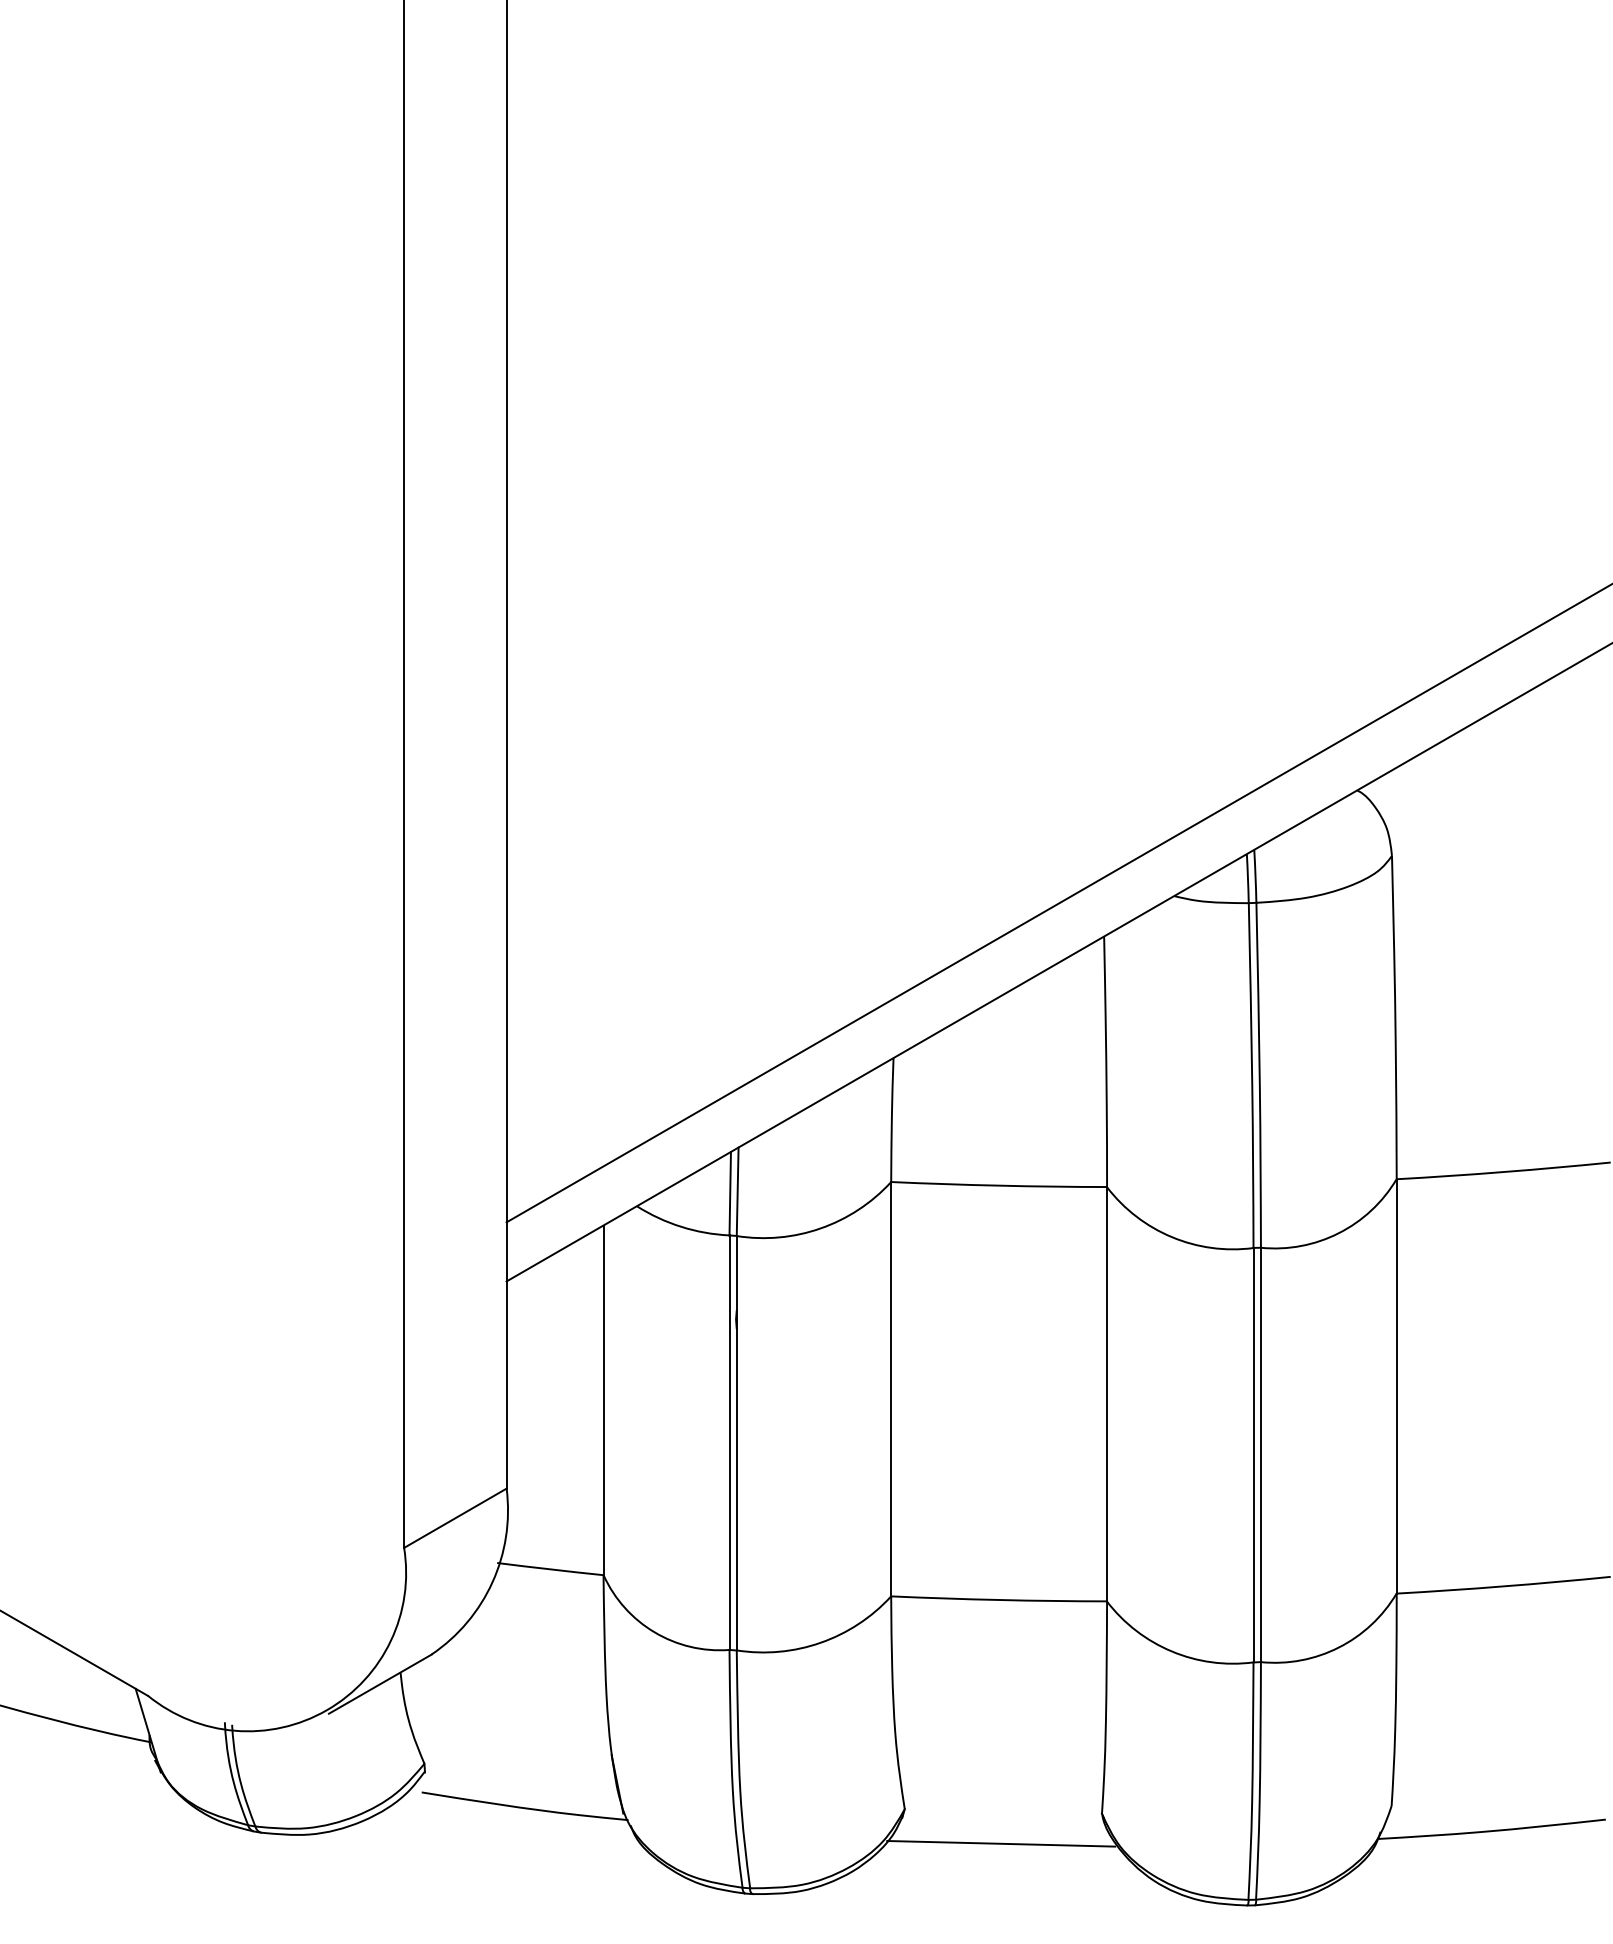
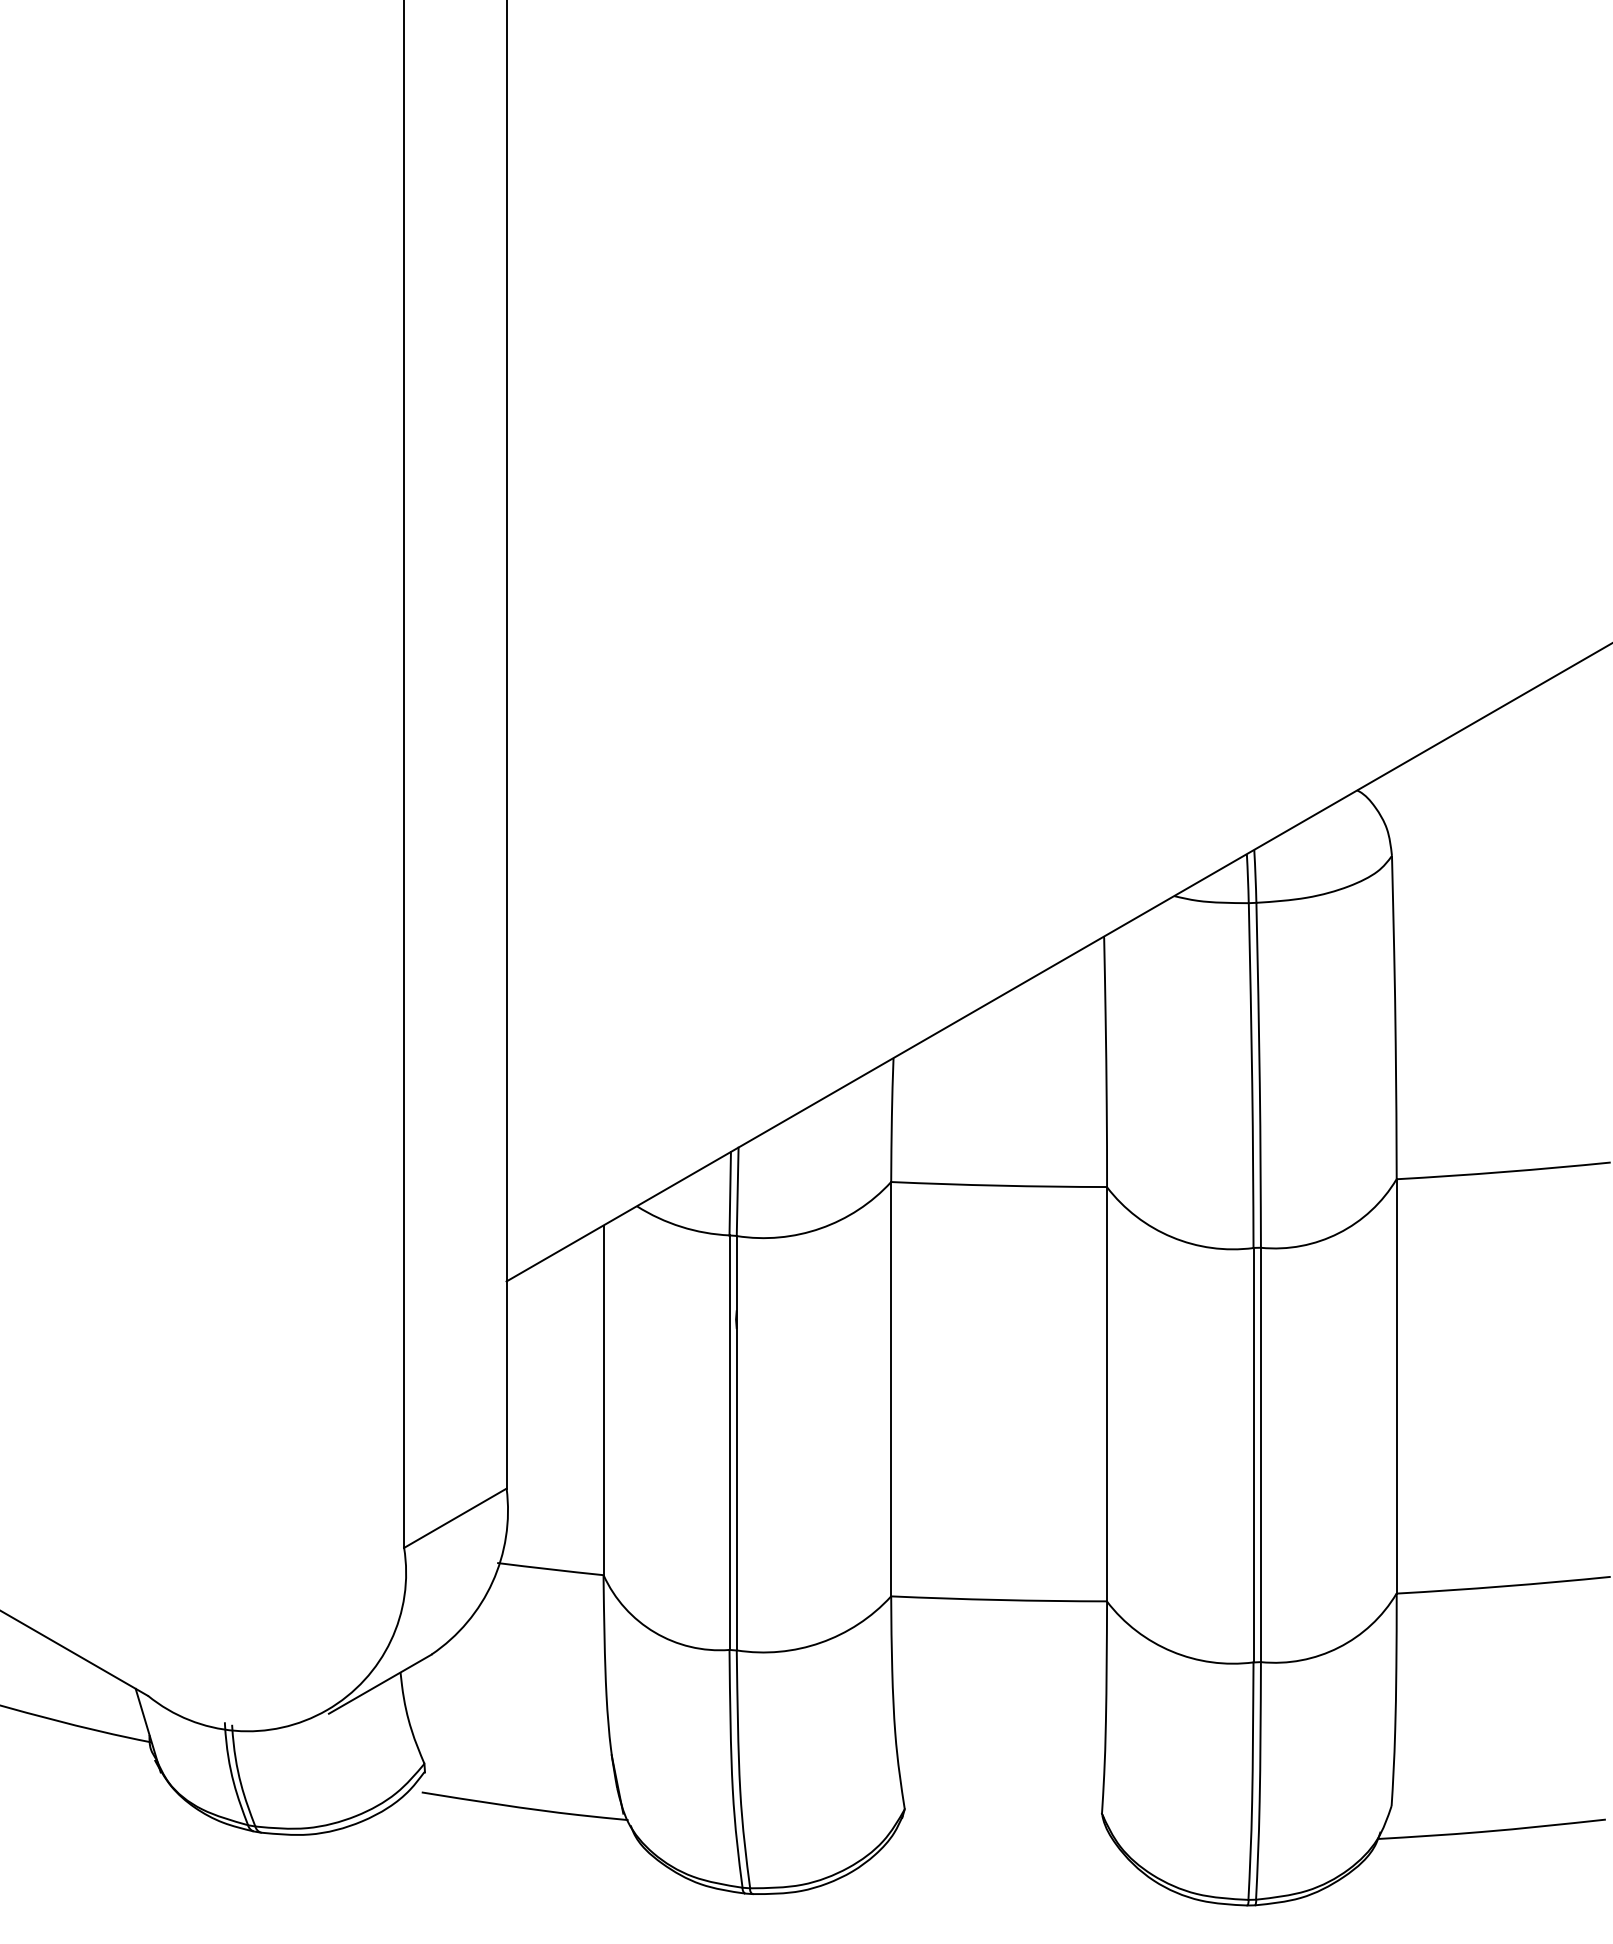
line at (1057, 903): present -> none
line at (1001, 1843): present -> none
